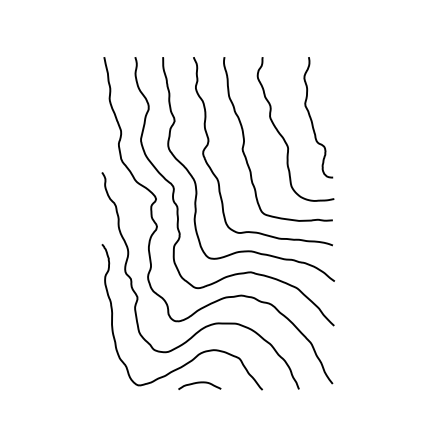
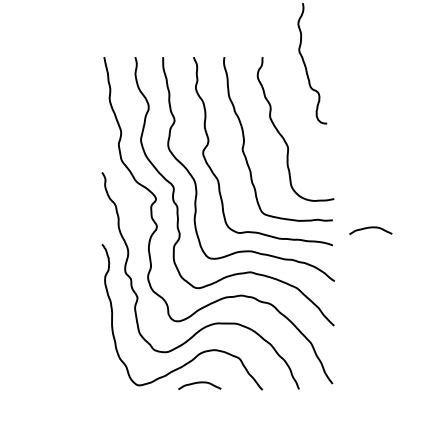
curve at (312, 120) position: (312, 120) -> (306, 66)
curve at (370, 228): none -> present
